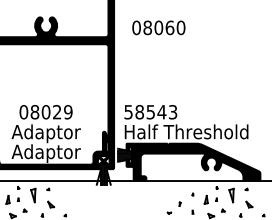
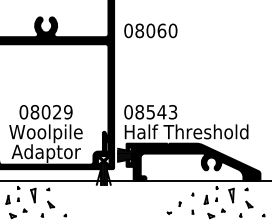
text at (158, 27) position: (158, 27) -> (150, 30)
text at (128, 112): 58543 -> 08543
text at (45, 133): Adaptor -> Woolpile
